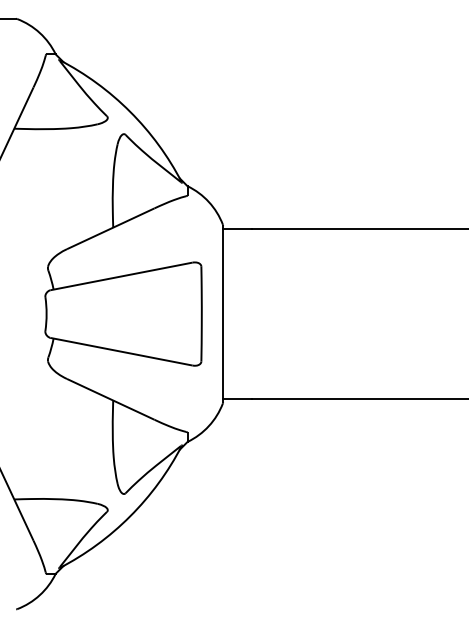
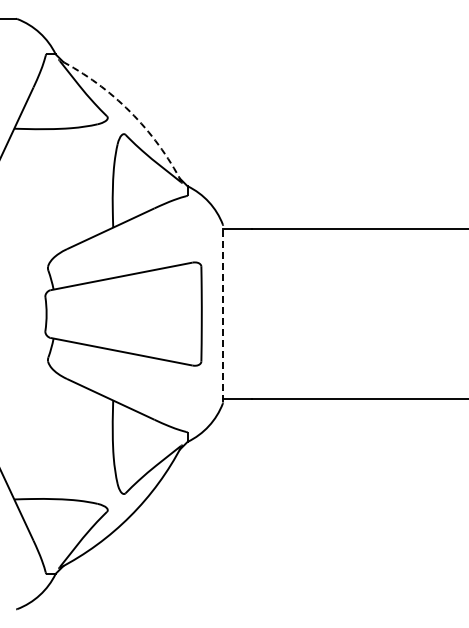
arc at (130, 111): solid -> dashed
line at (223, 313): solid -> dashed
